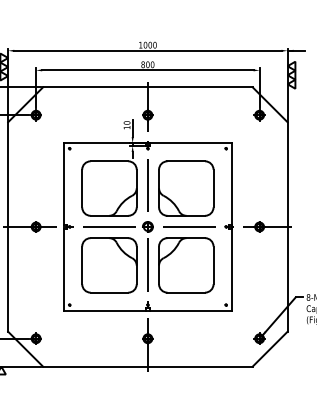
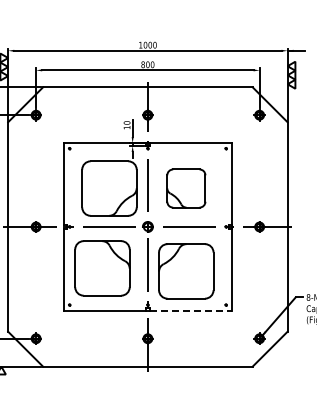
part at (186, 188) size: 57x57 px -> 41x41 px
part at (109, 265) position: (109, 265) -> (102, 268)
part at (186, 265) position: (186, 265) -> (186, 271)
line at (190, 310): solid -> dashed
